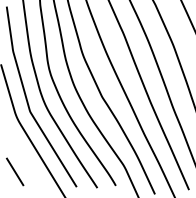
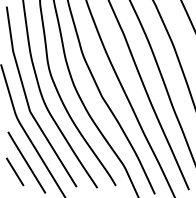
line at (26, 162): none -> present
